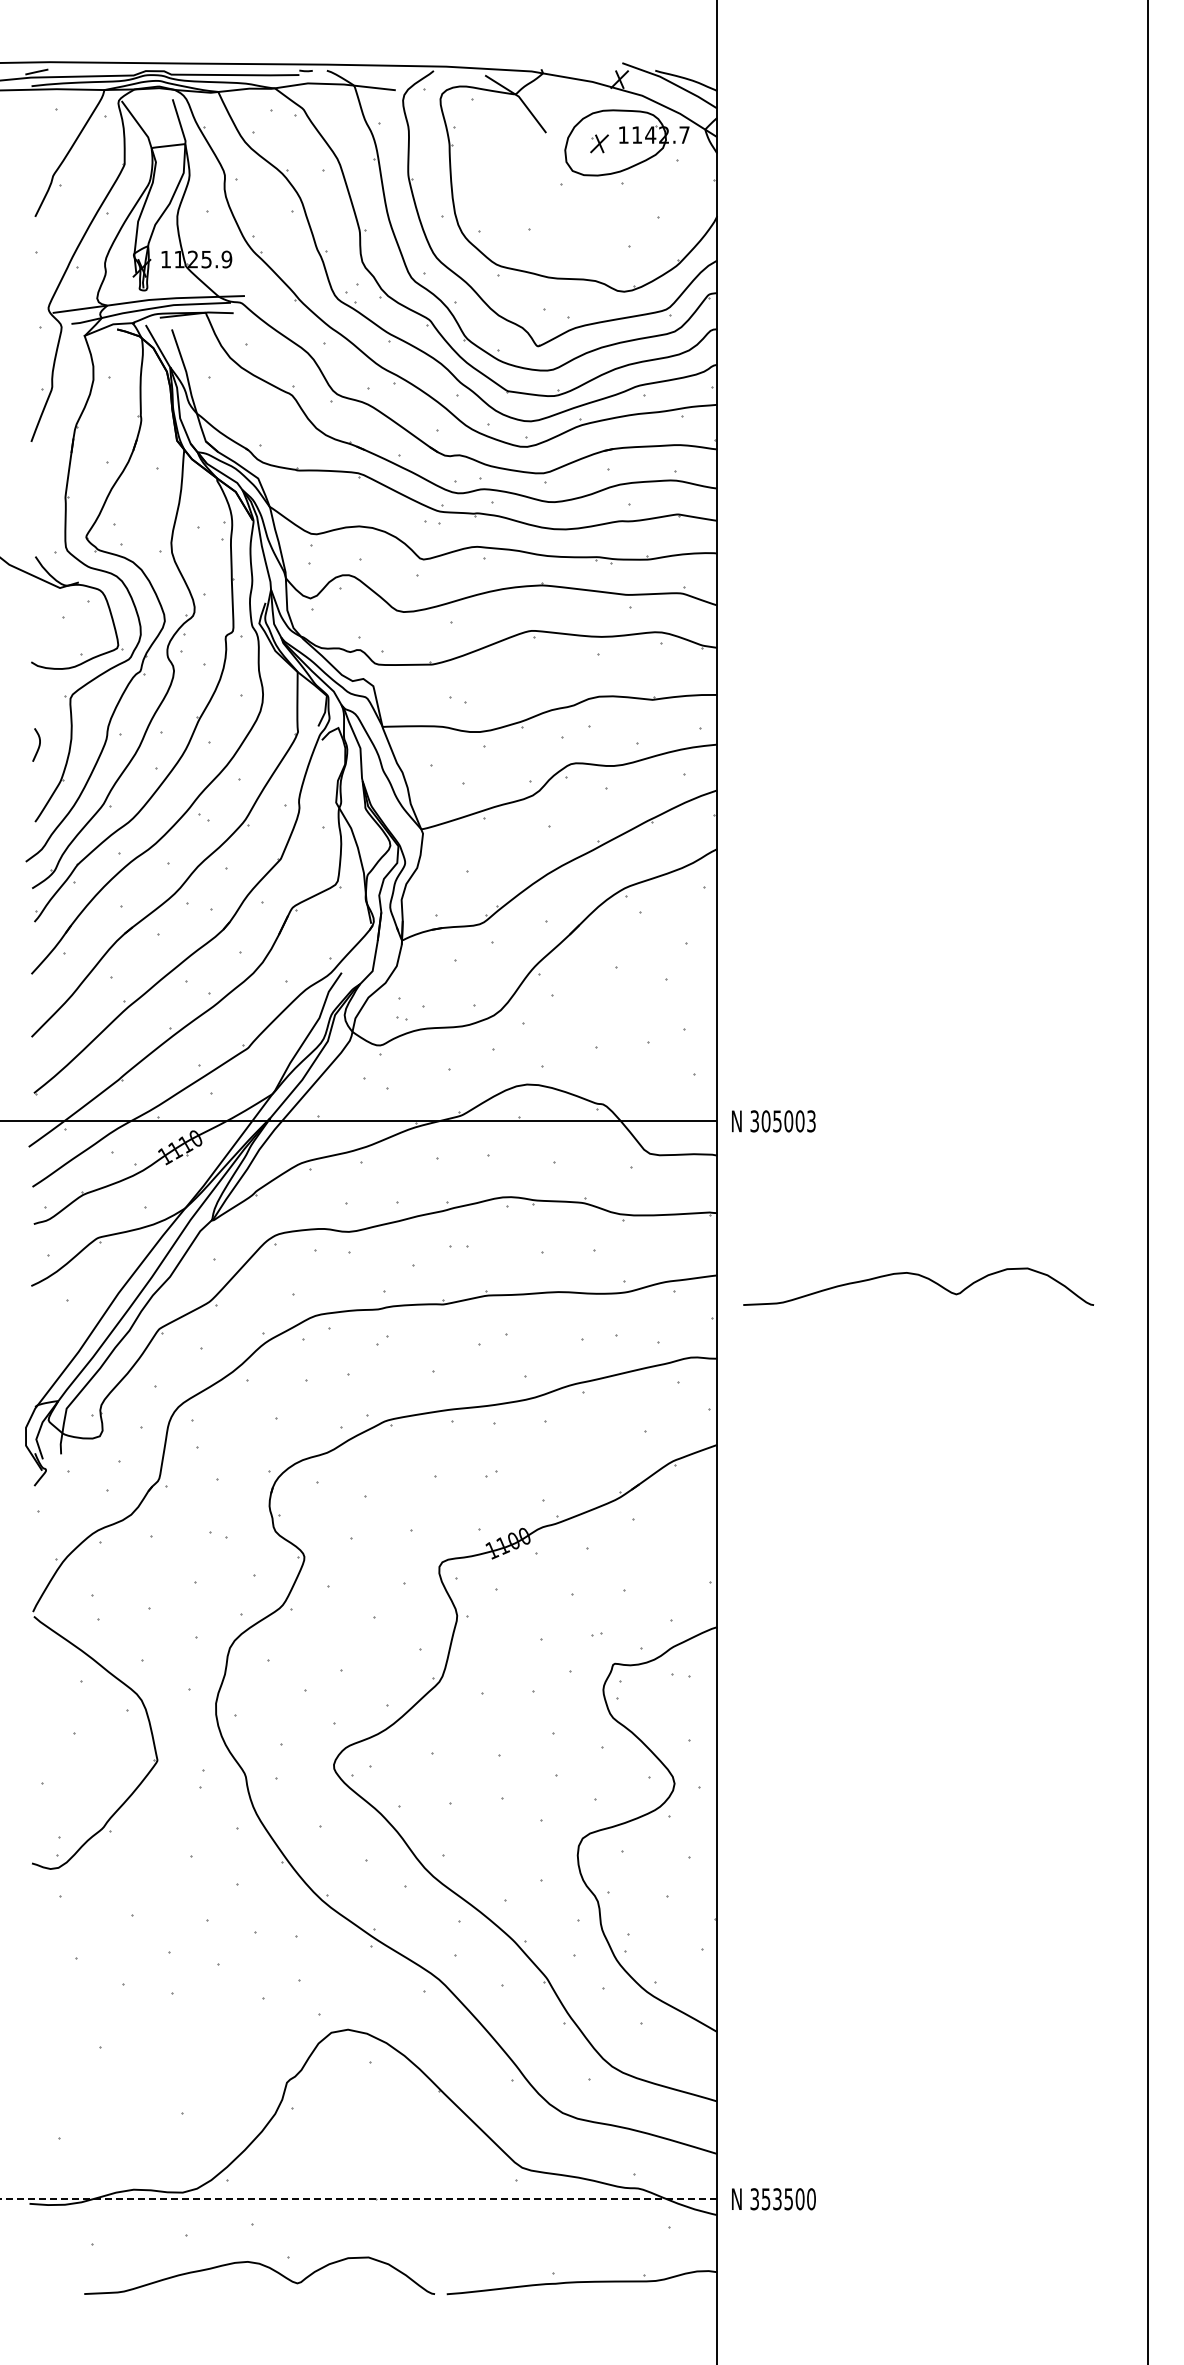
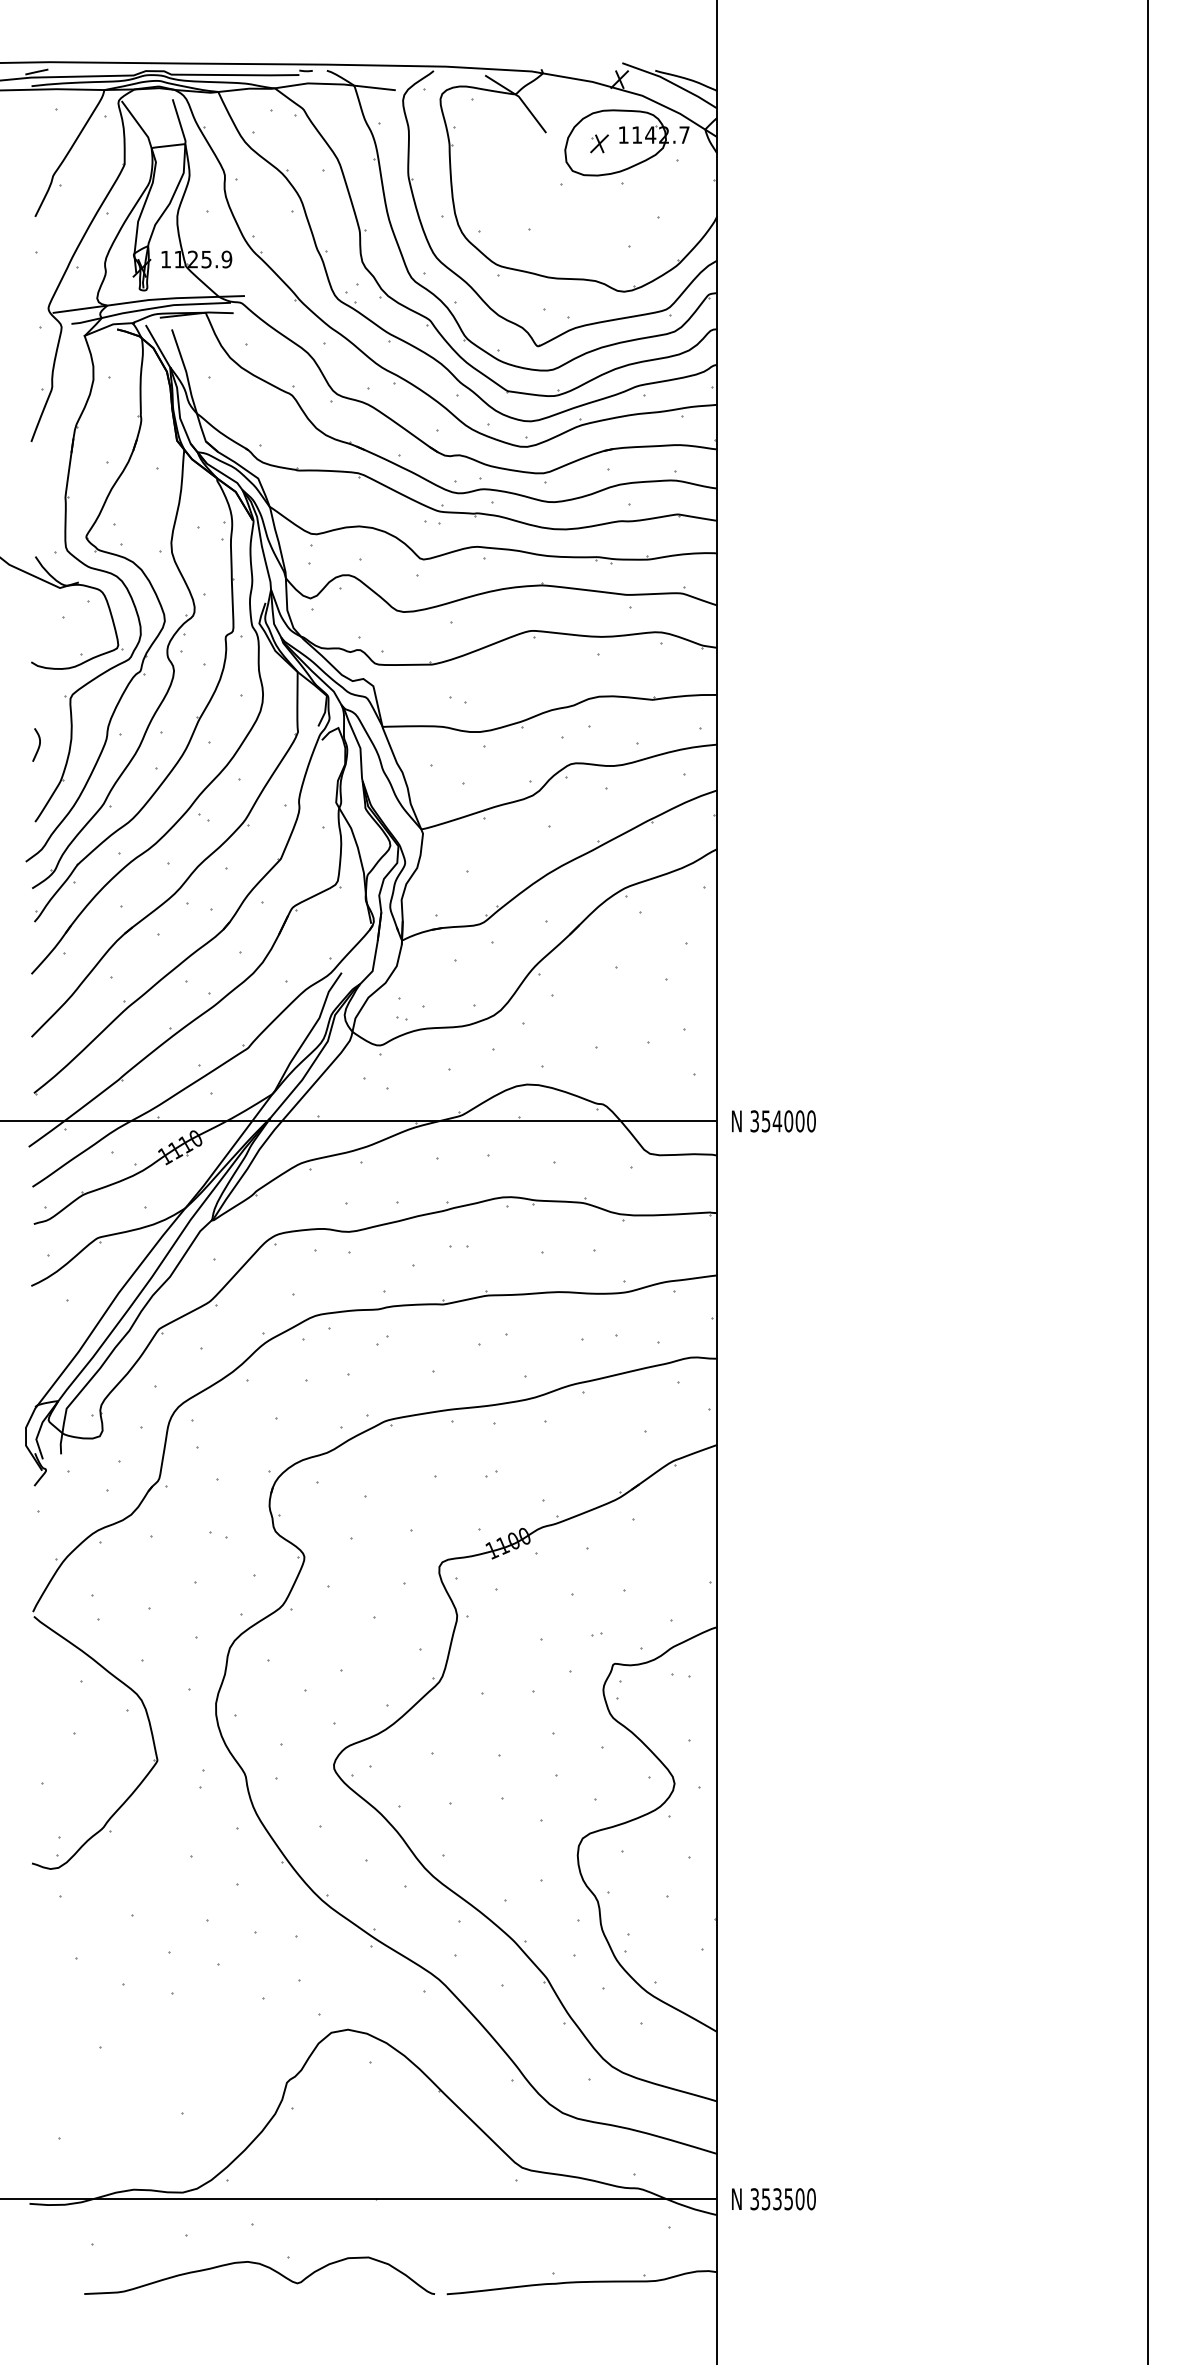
text at (788, 1121): 305003 -> 354000
curve at (922, 1277): present -> none
line at (358, 2199): dashed -> solid
